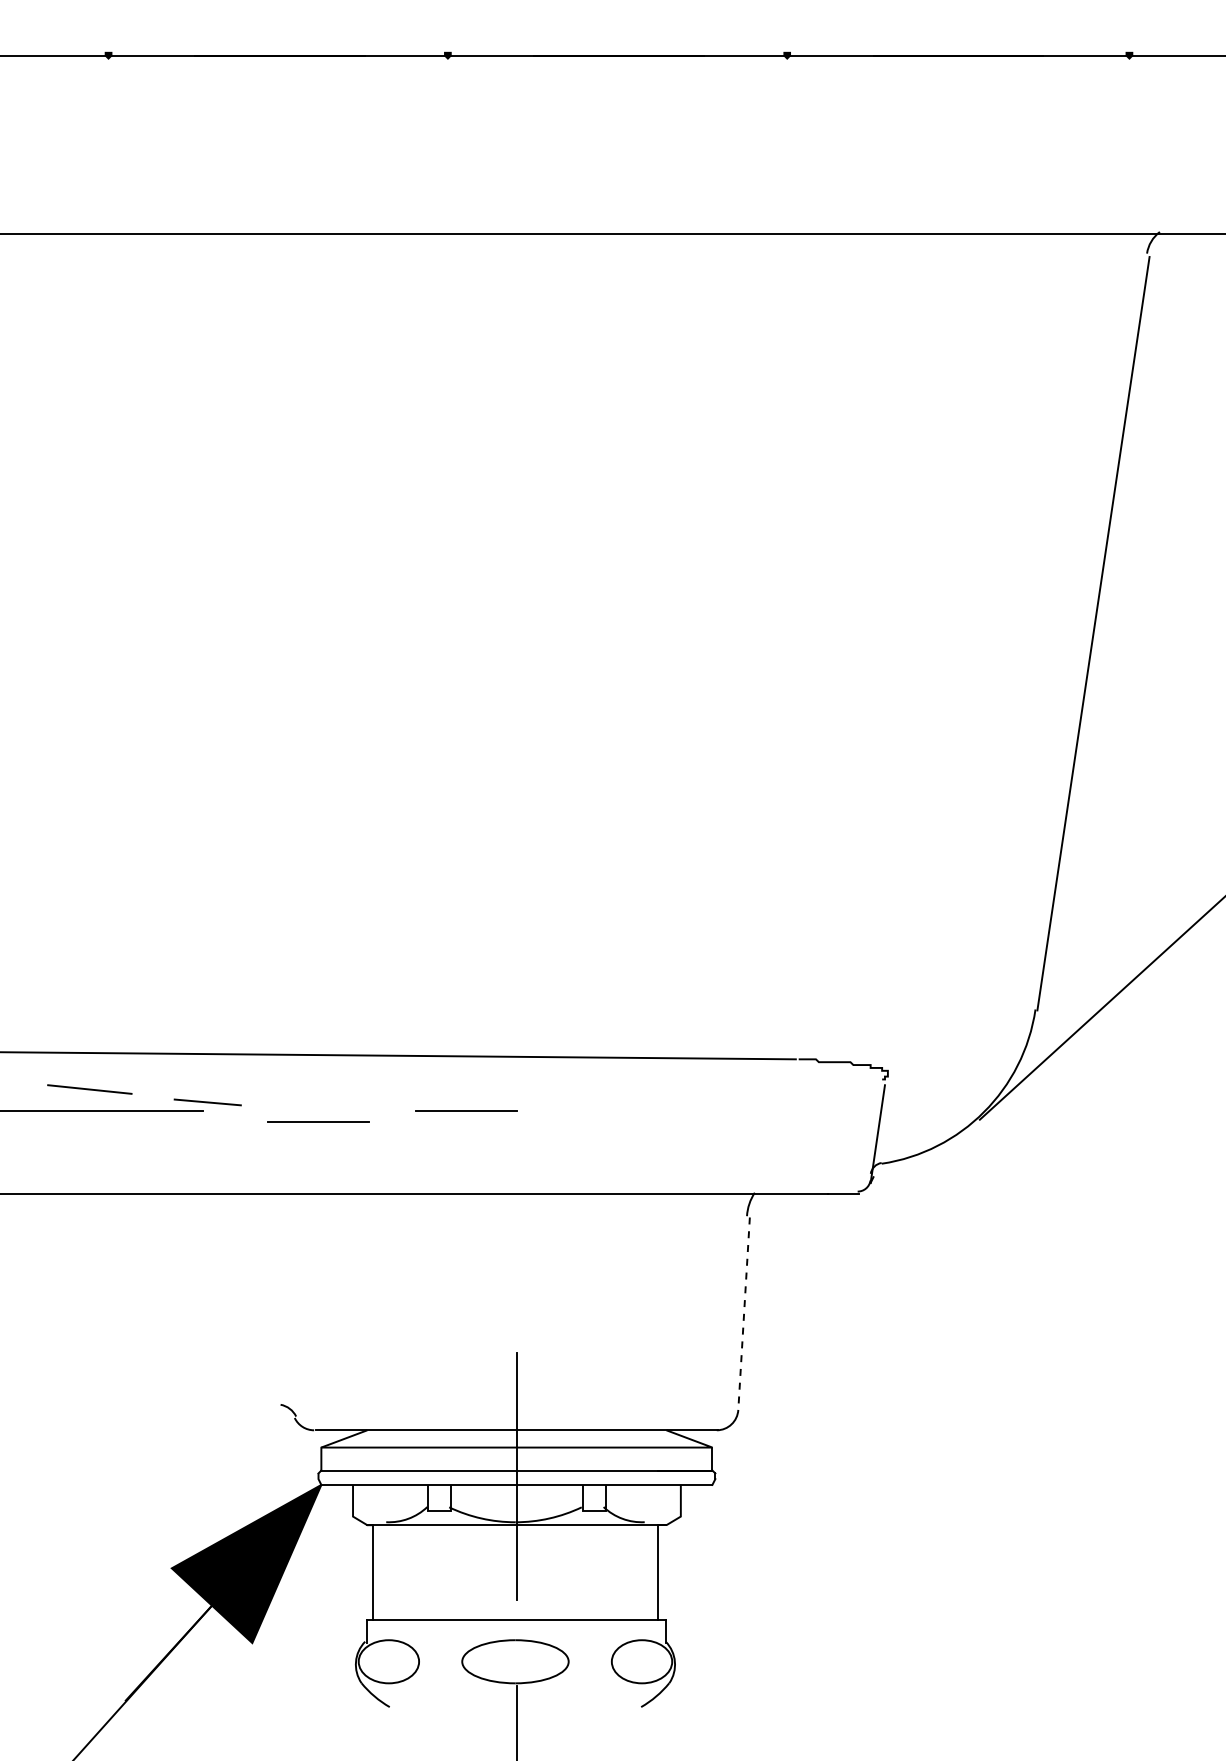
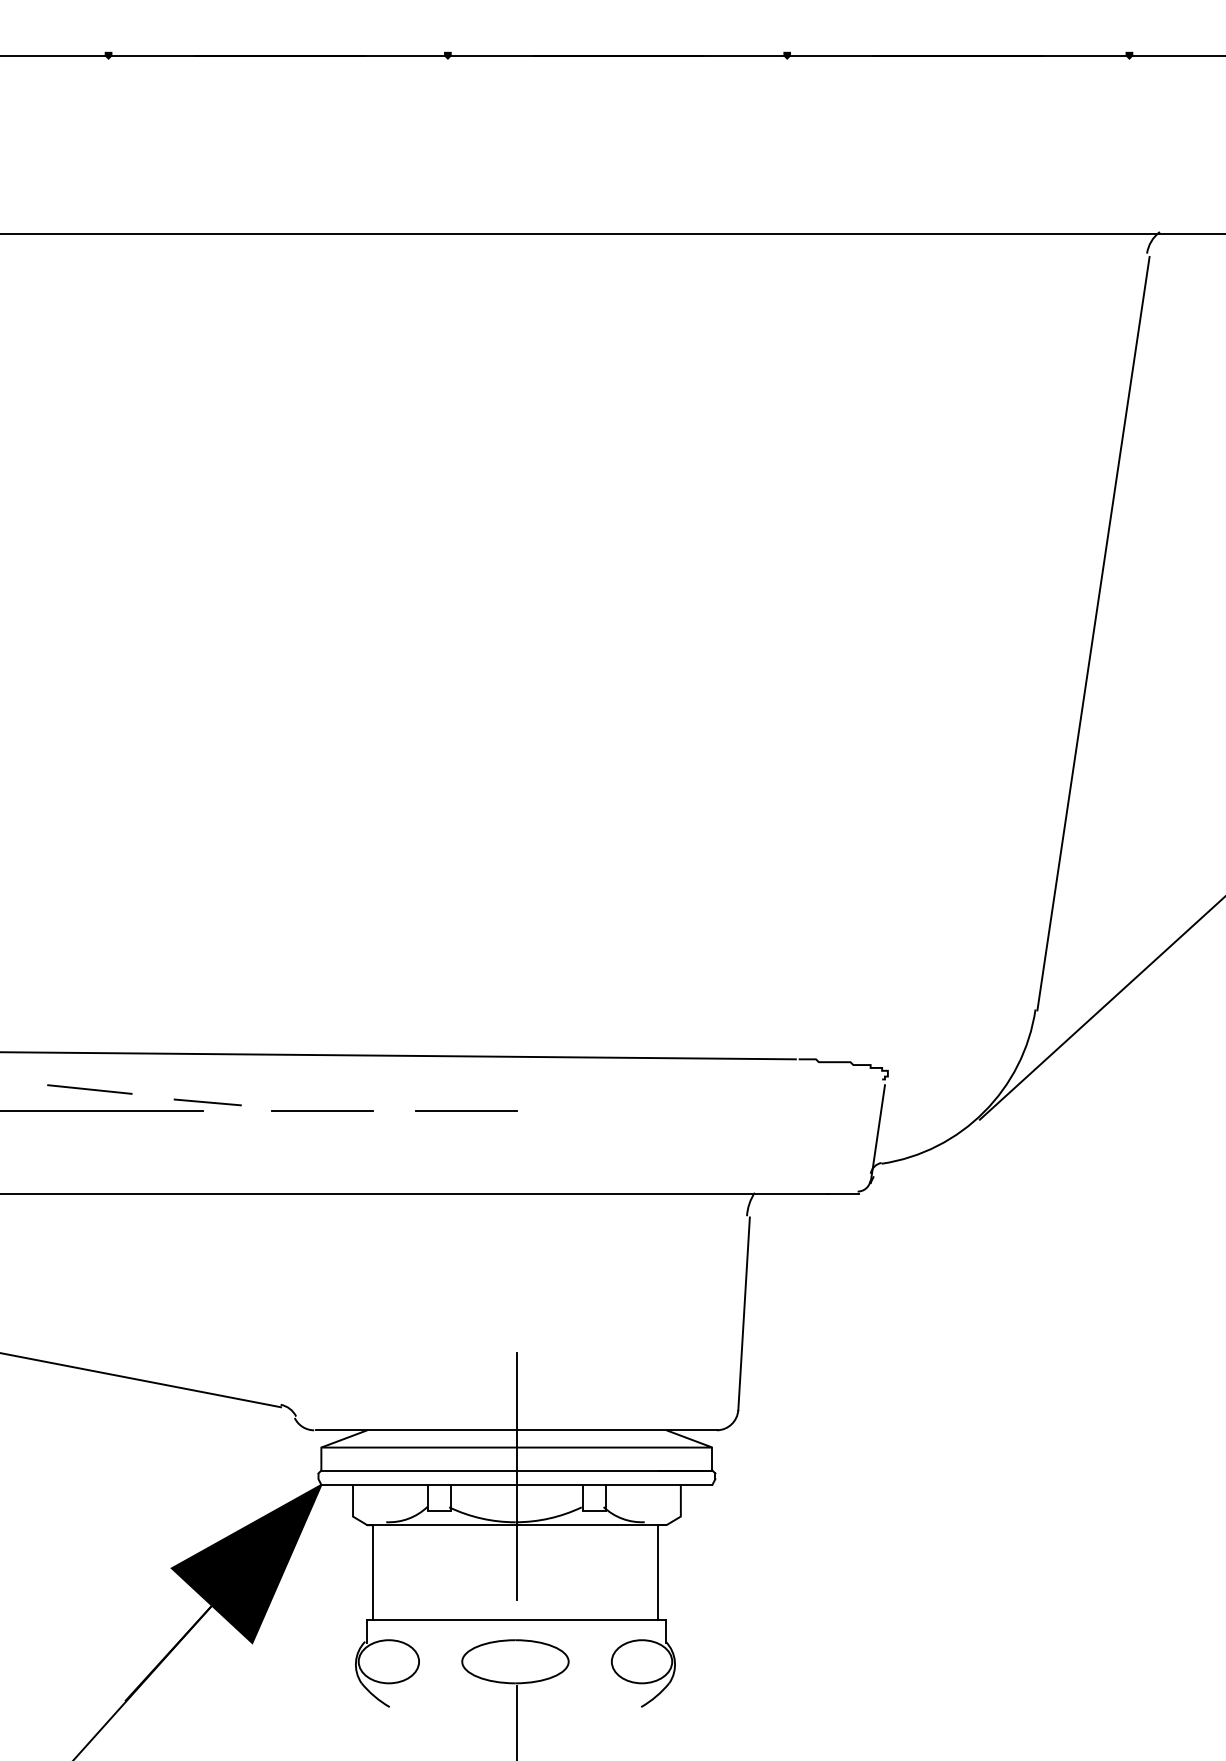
line at (318, 1121) position: (318, 1121) -> (322, 1110)
line at (744, 1314): dashed -> solid
line at (141, 1380): none -> present
